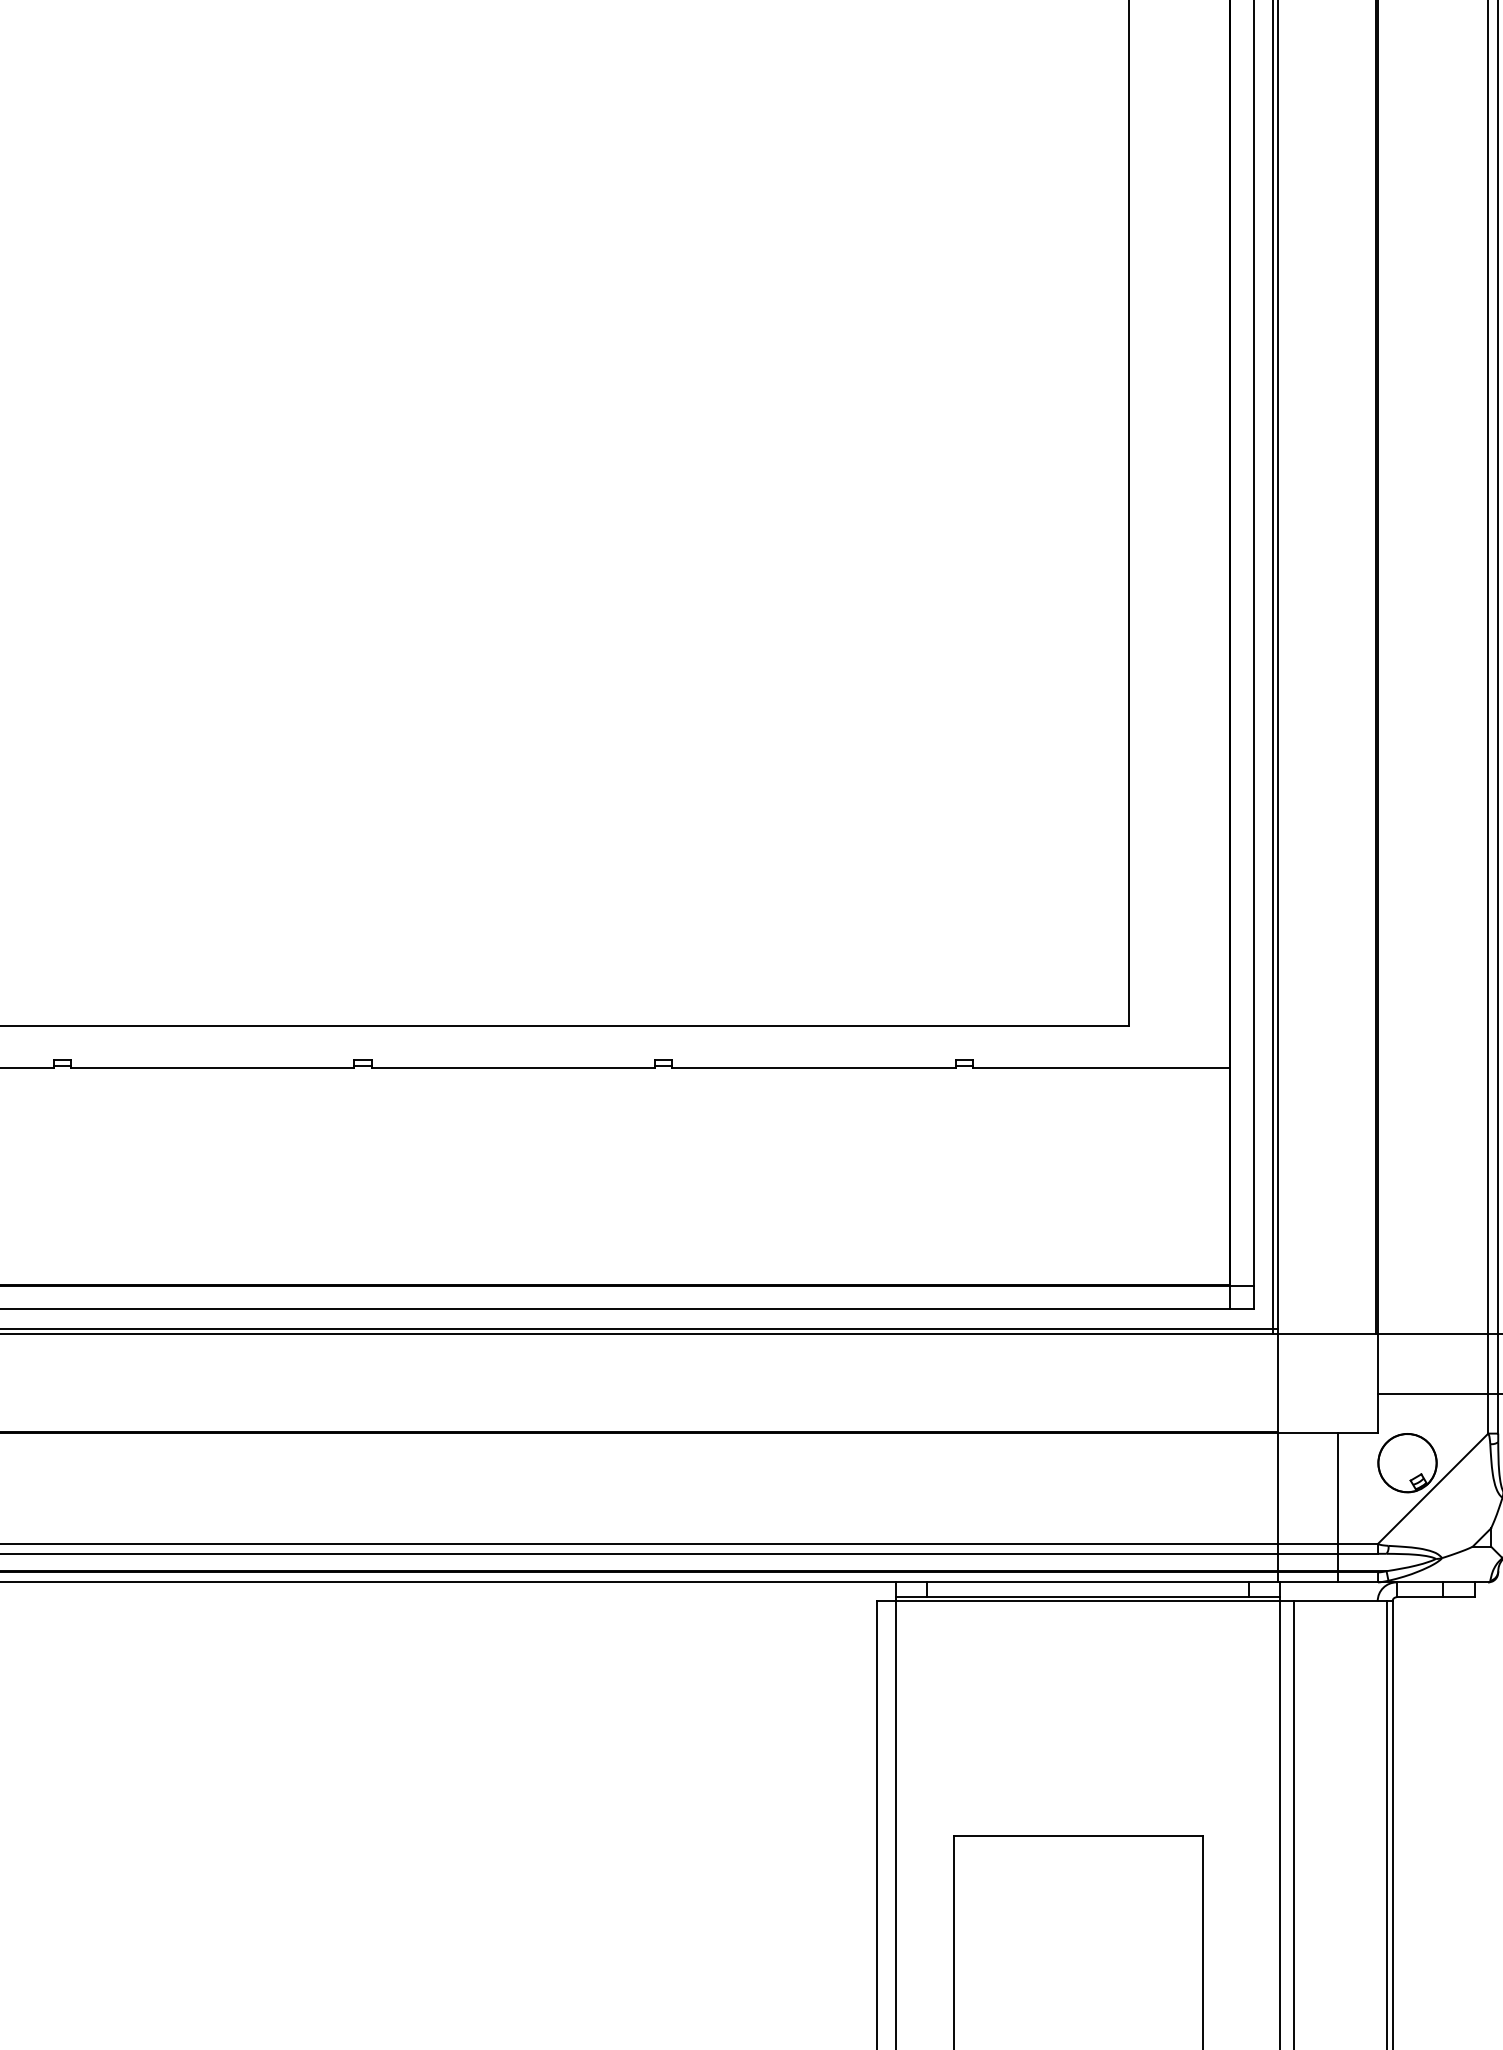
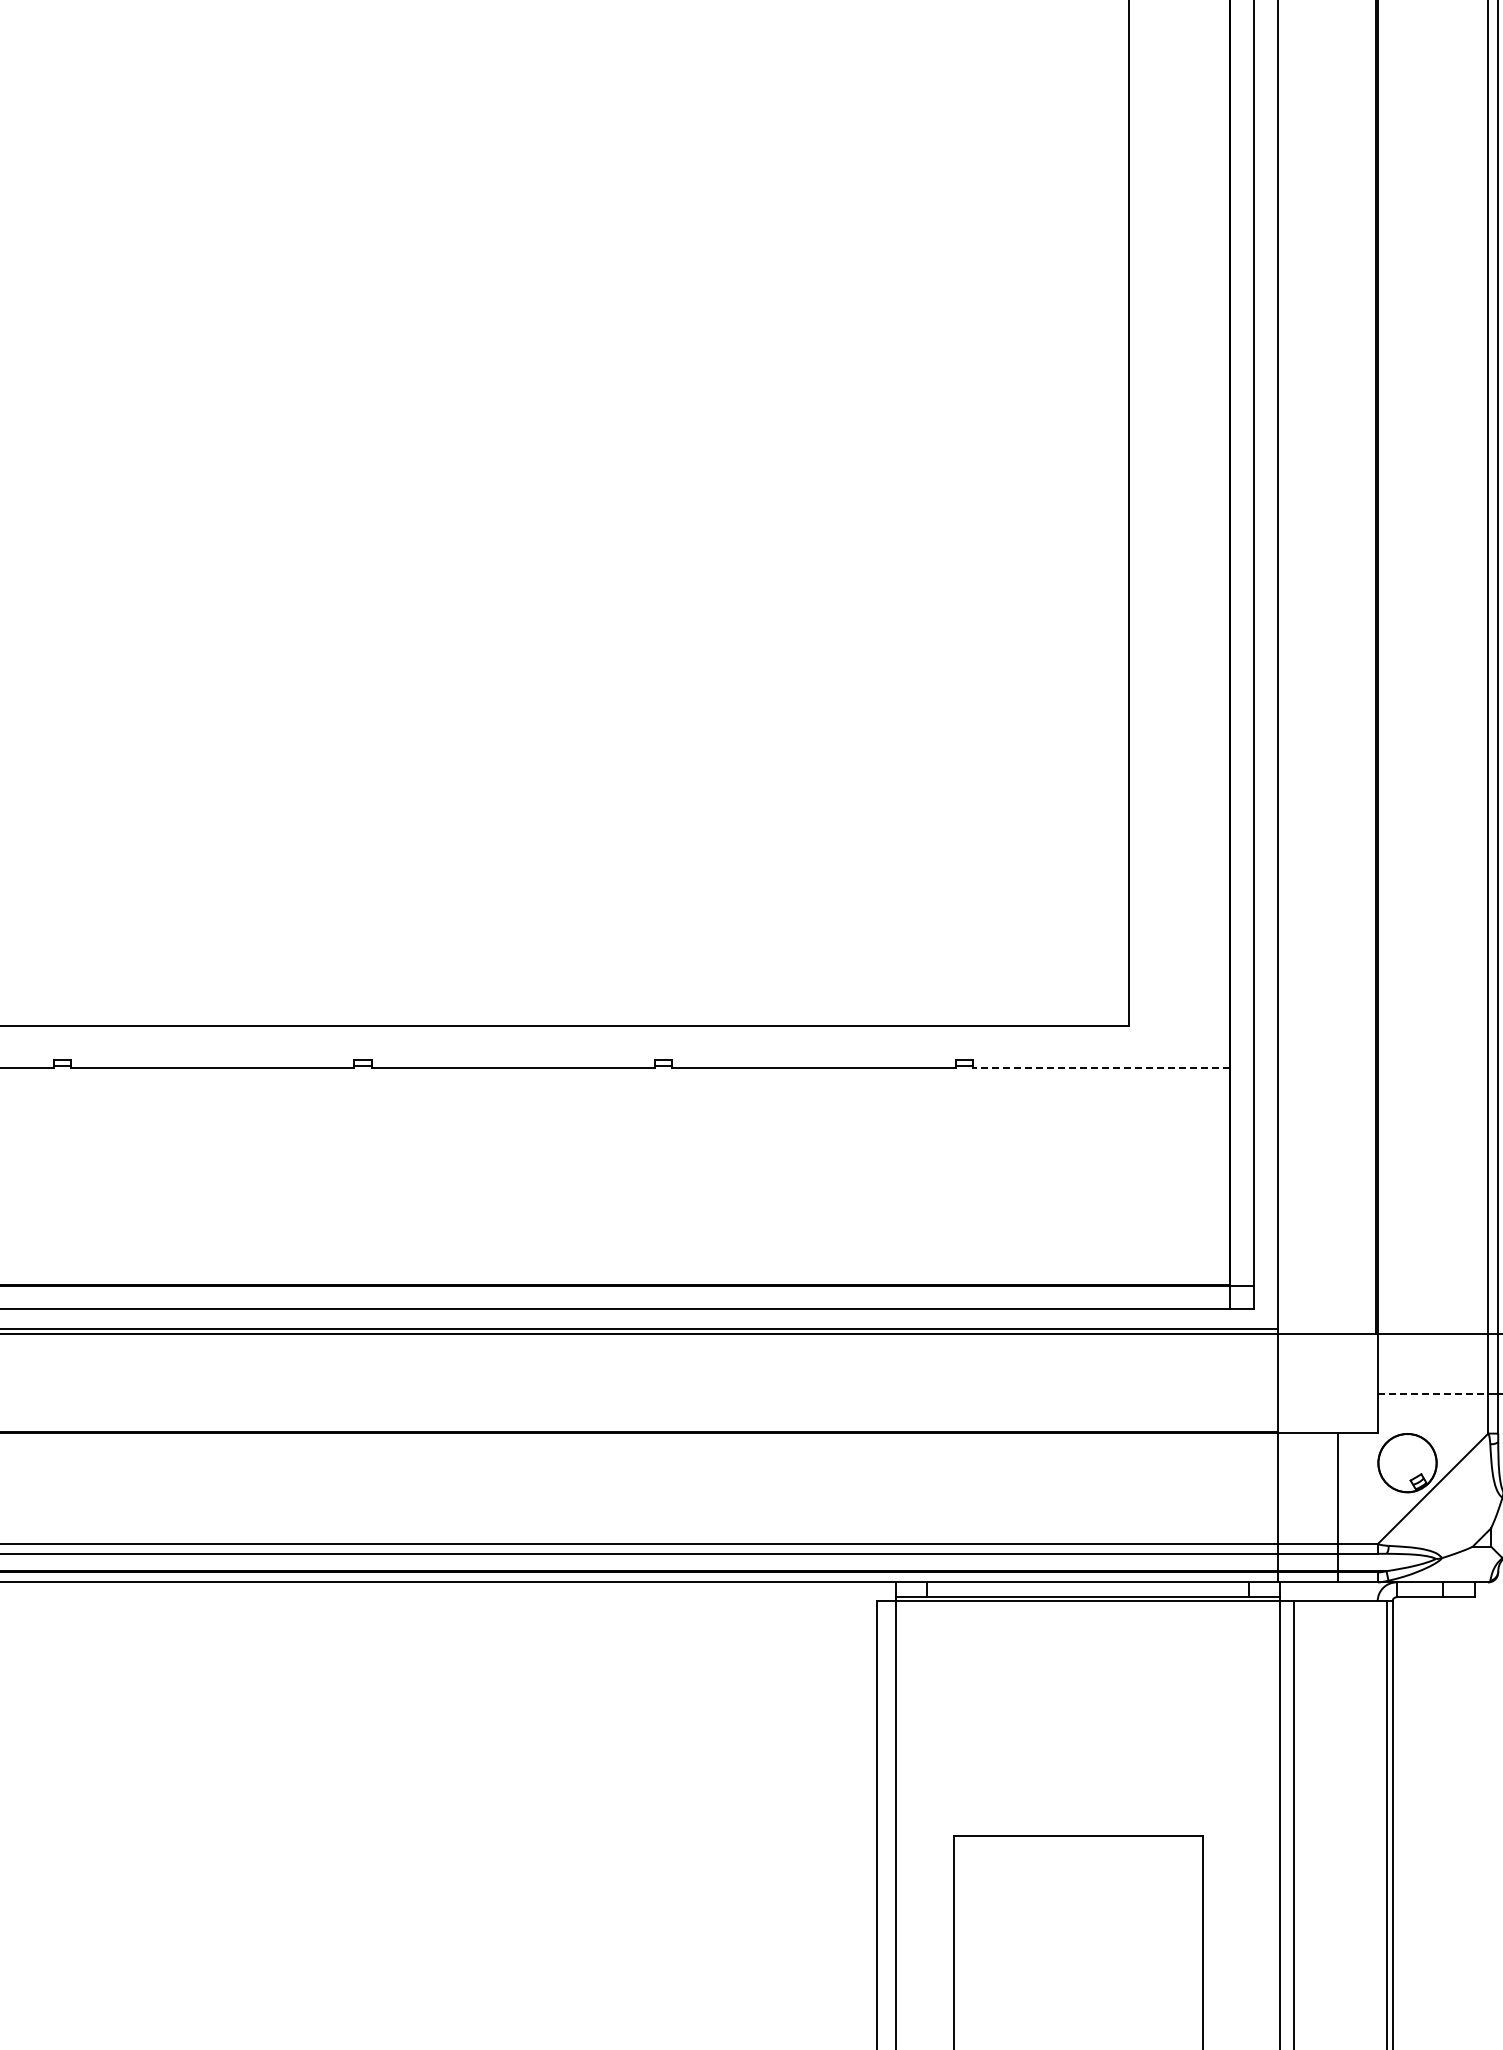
line at (1273, 667): present -> none
line at (1100, 1067): solid -> dashed
line at (1433, 1393): solid -> dashed
